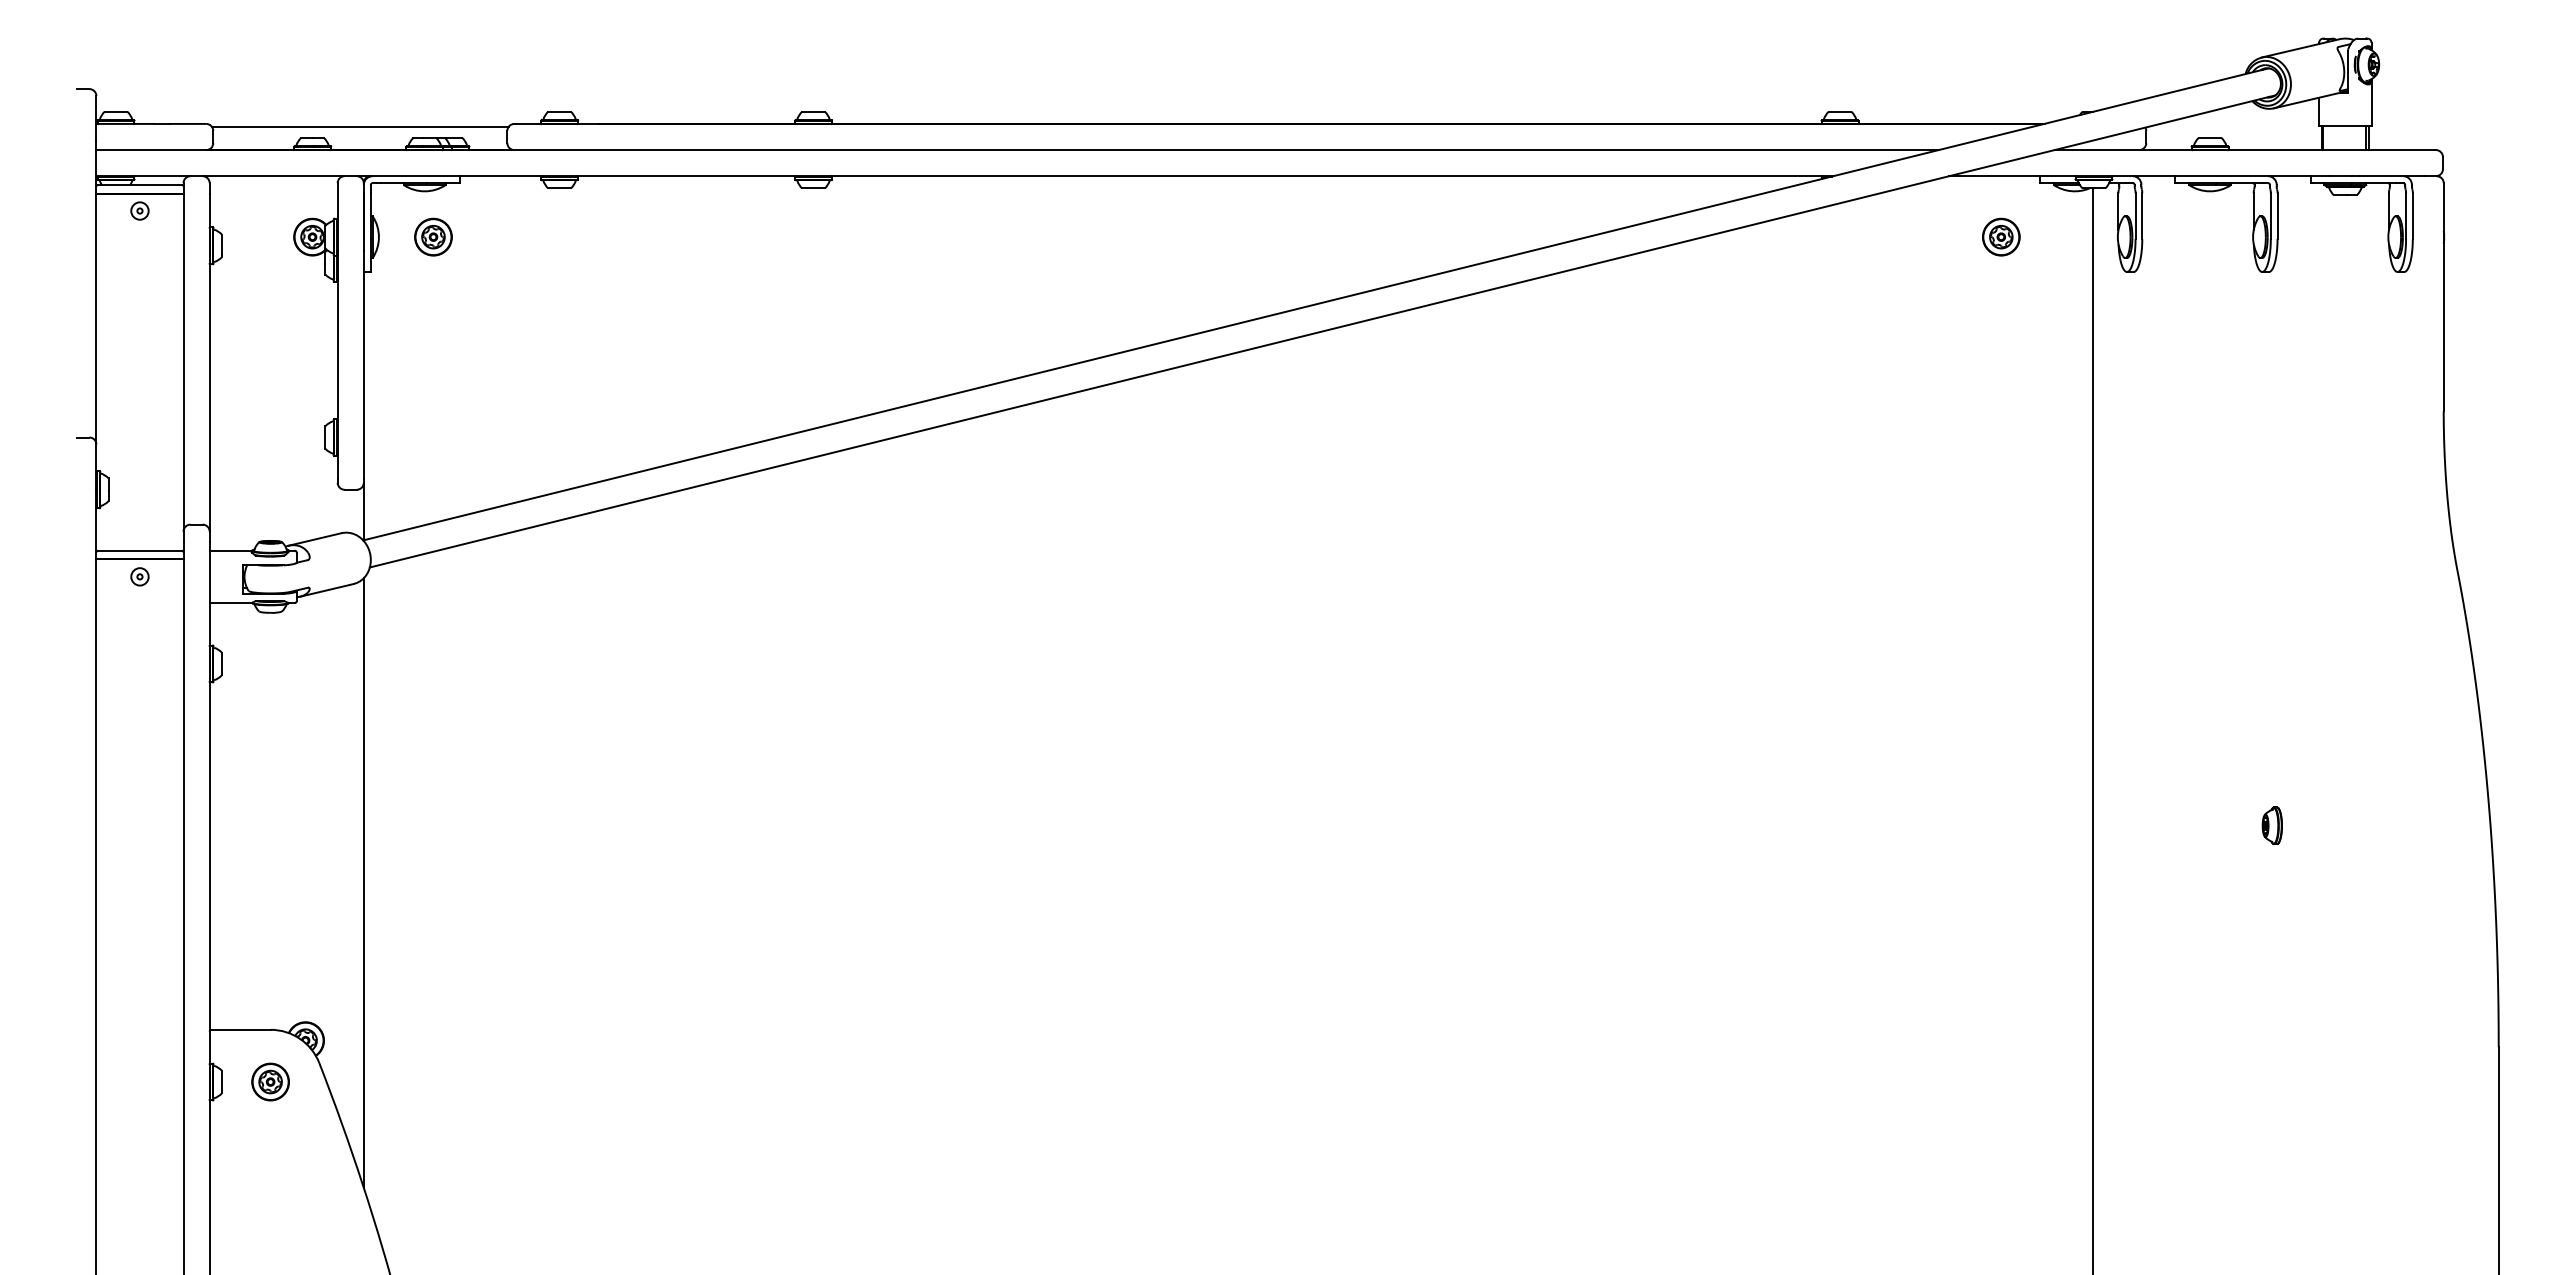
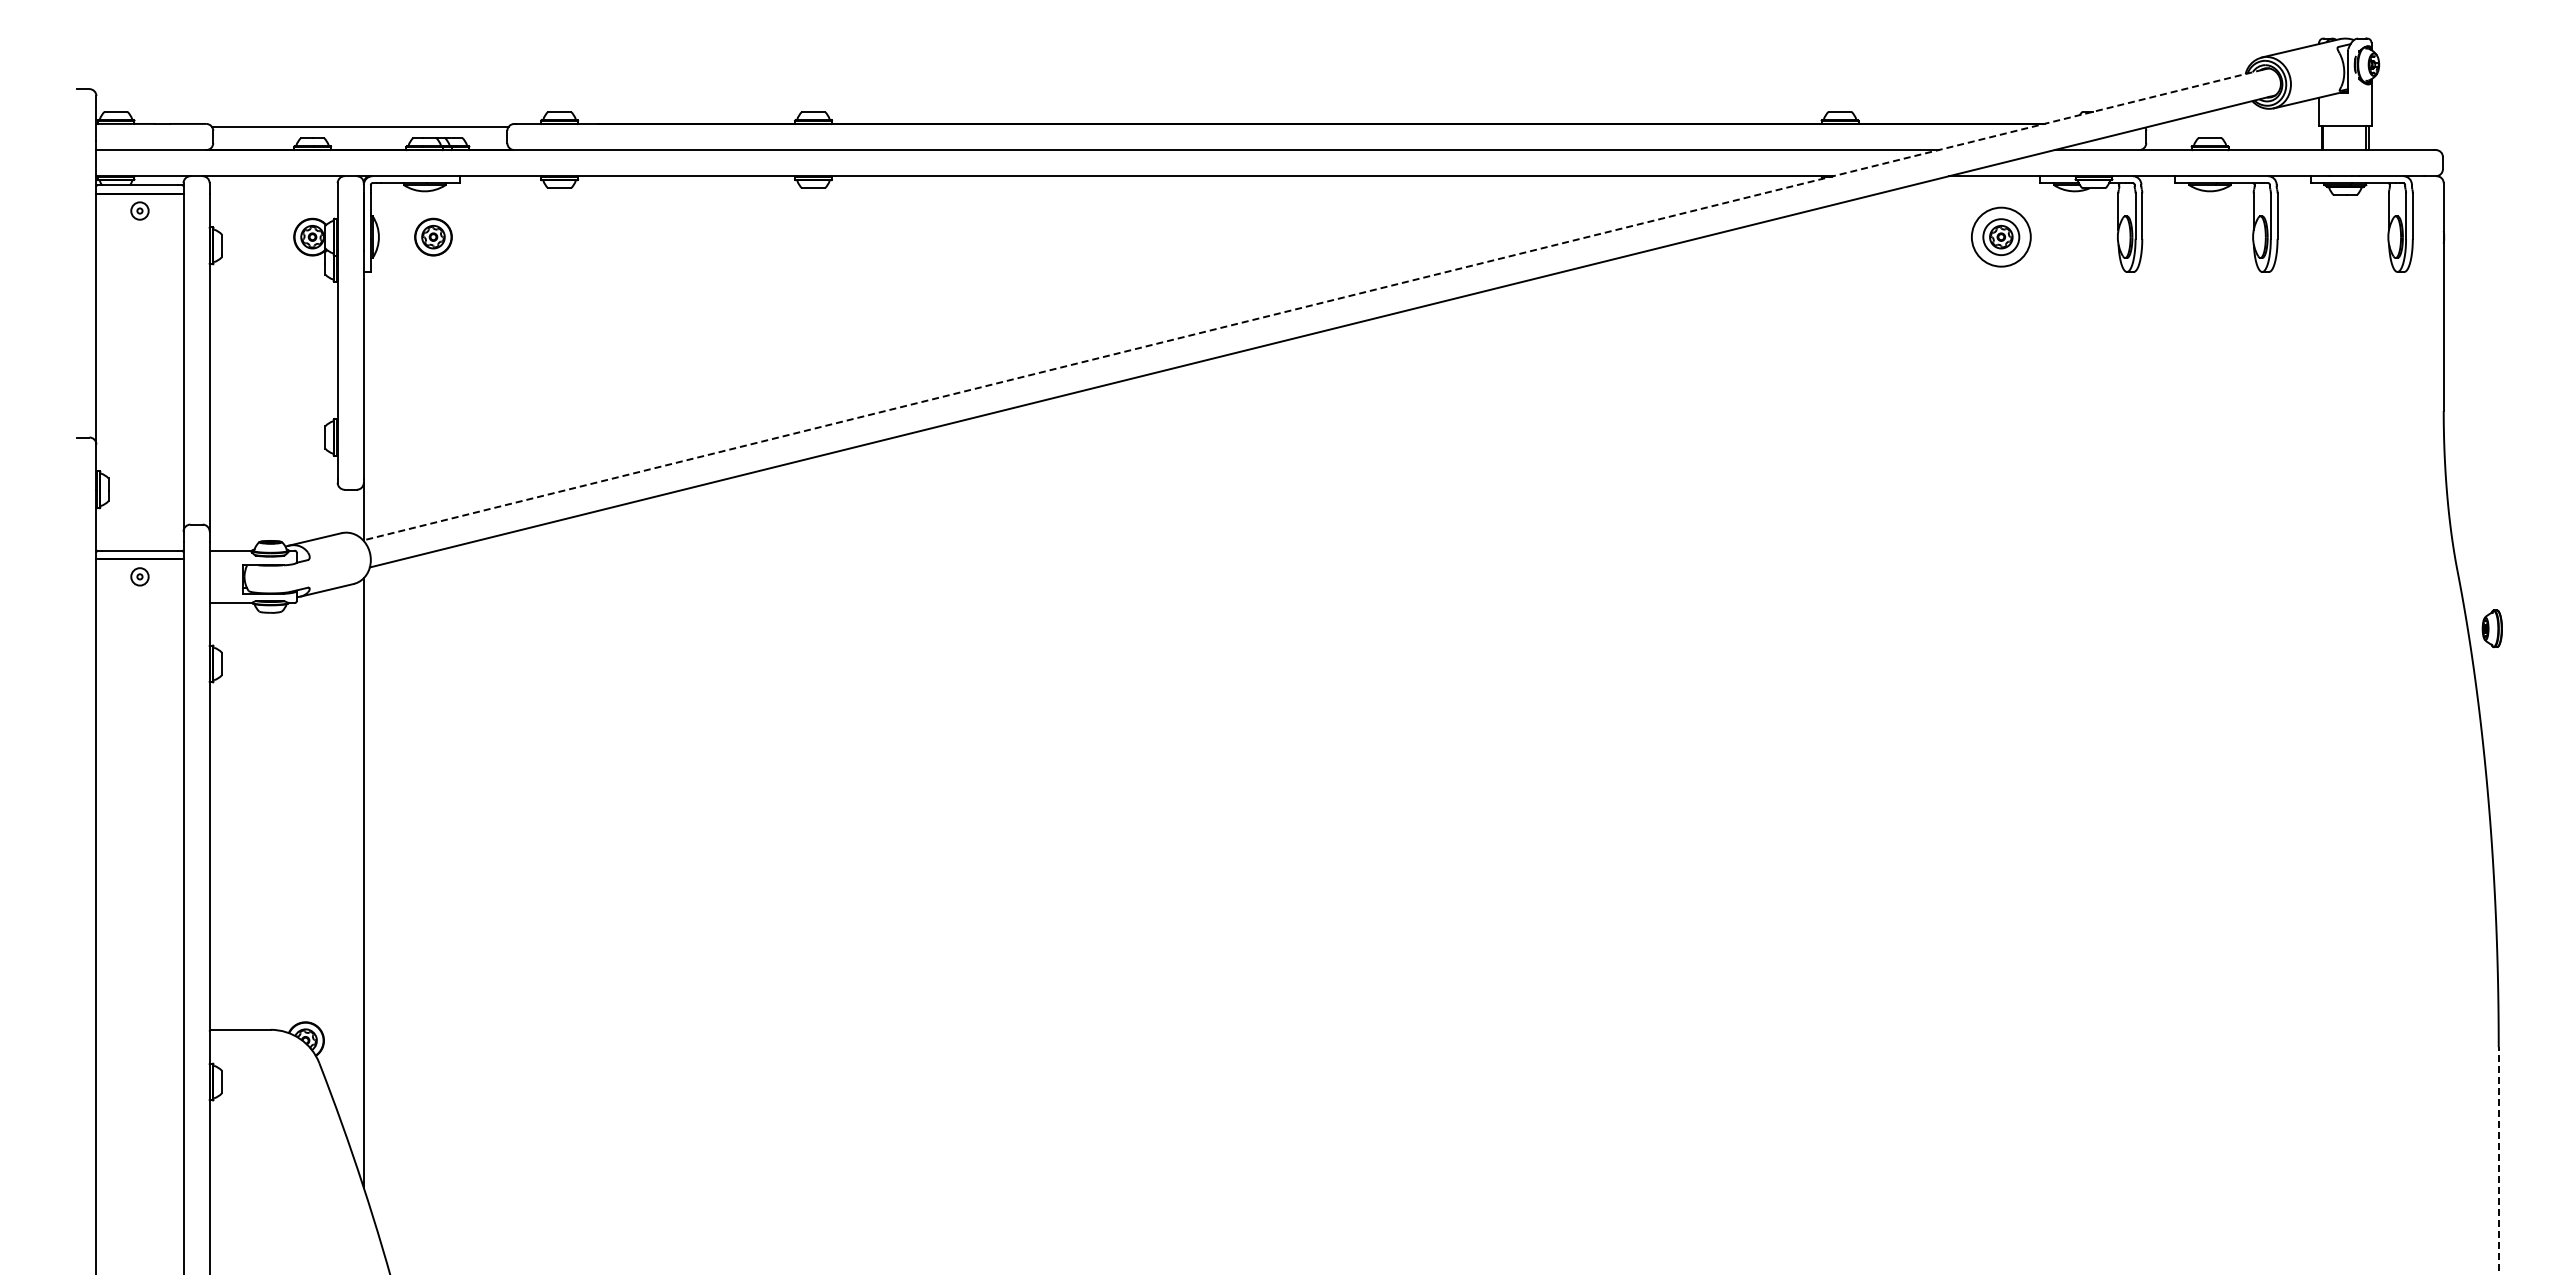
circle at (2000, 236) diameter: 37 px -> 59 px
line at (1313, 305): solid -> dashed
line at (2093, 729): present -> none
part at (2271, 825) position: (2271, 825) -> (2491, 628)
part at (270, 1081): present -> none
line at (2498, 1160): solid -> dashed
